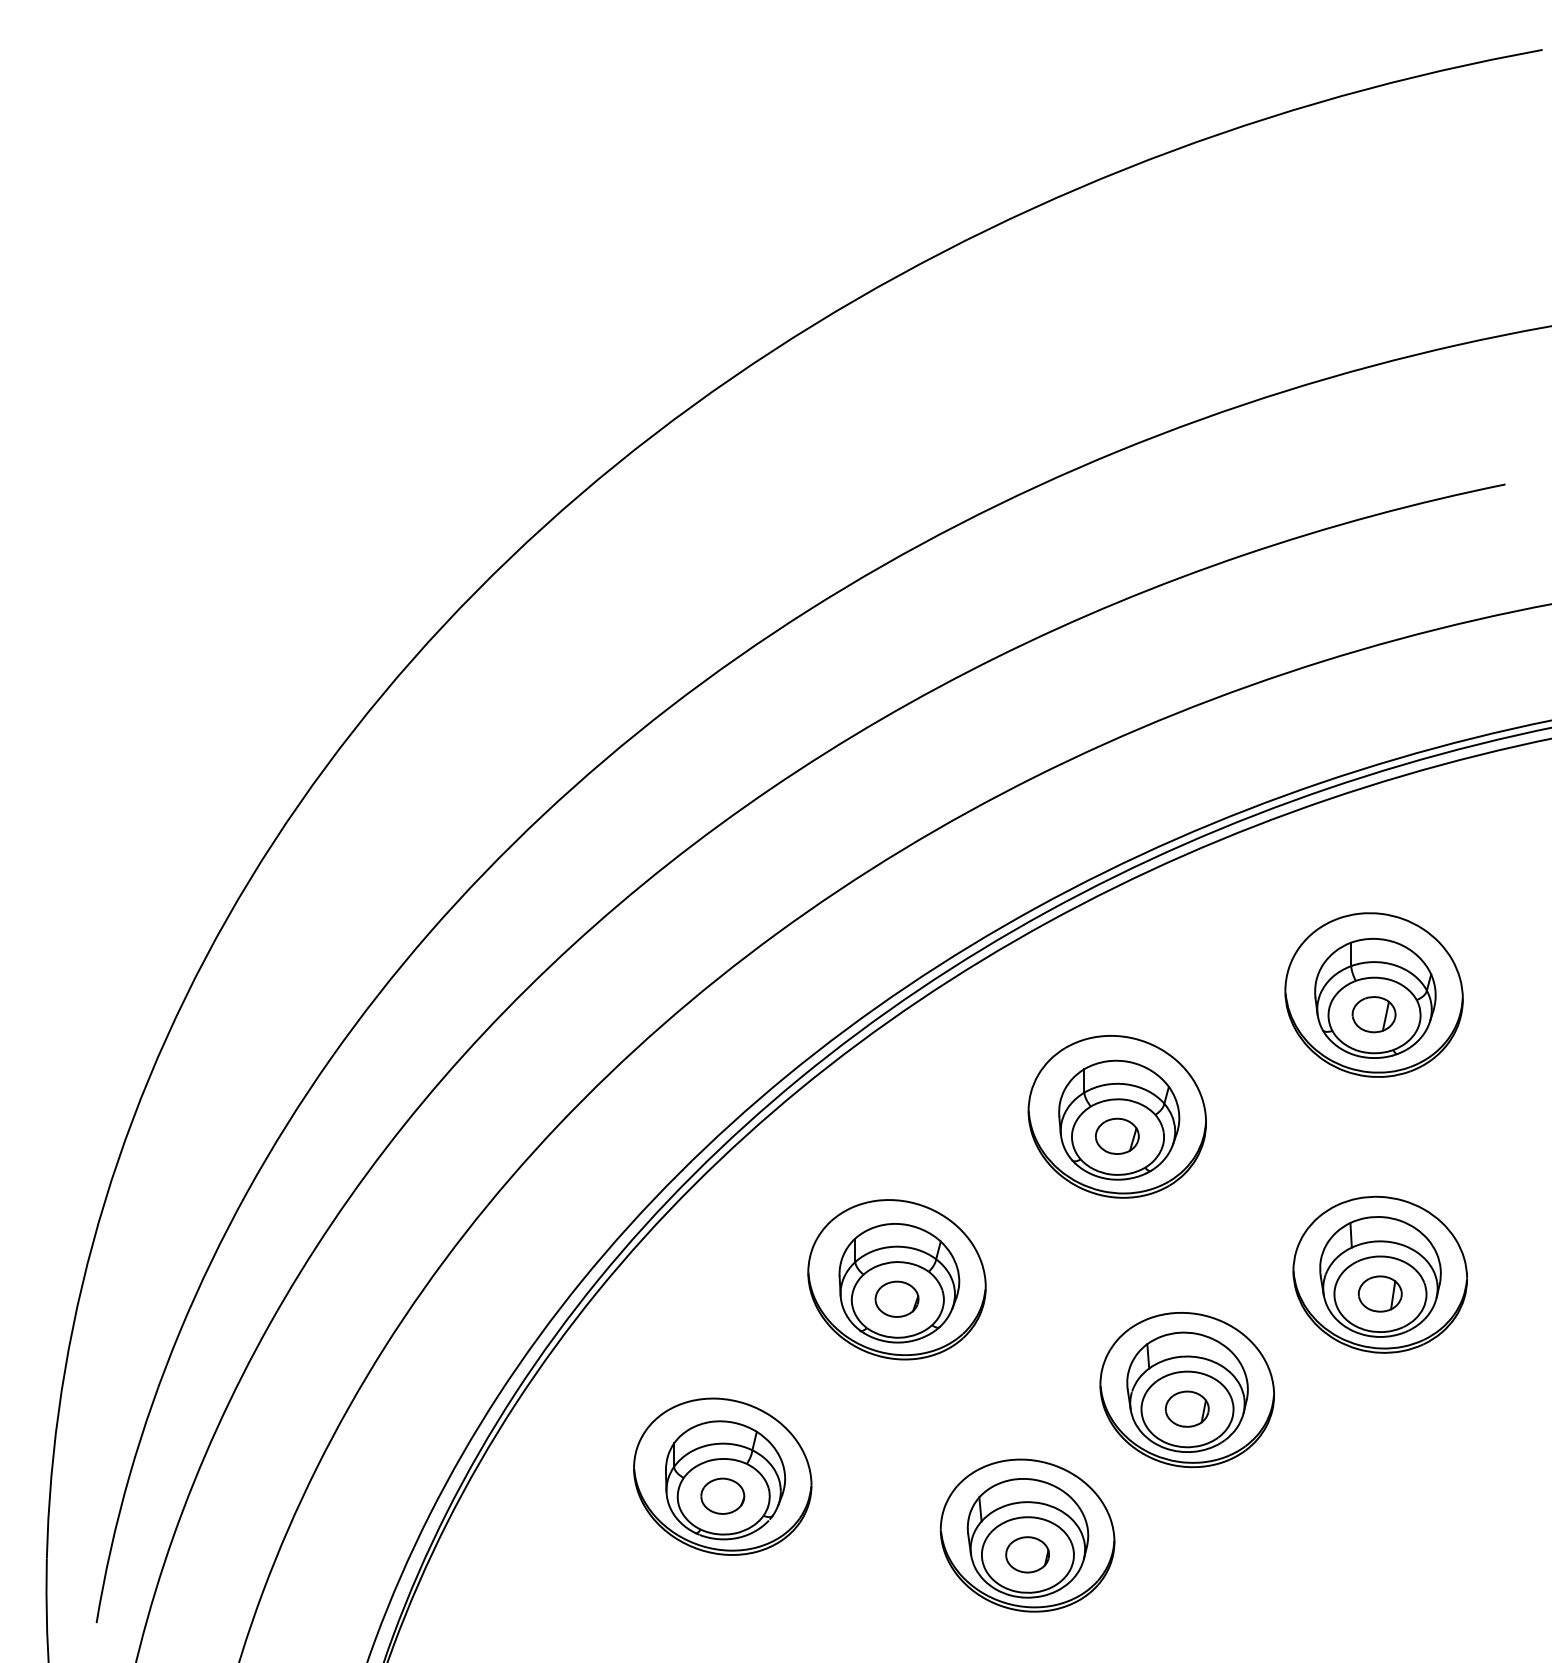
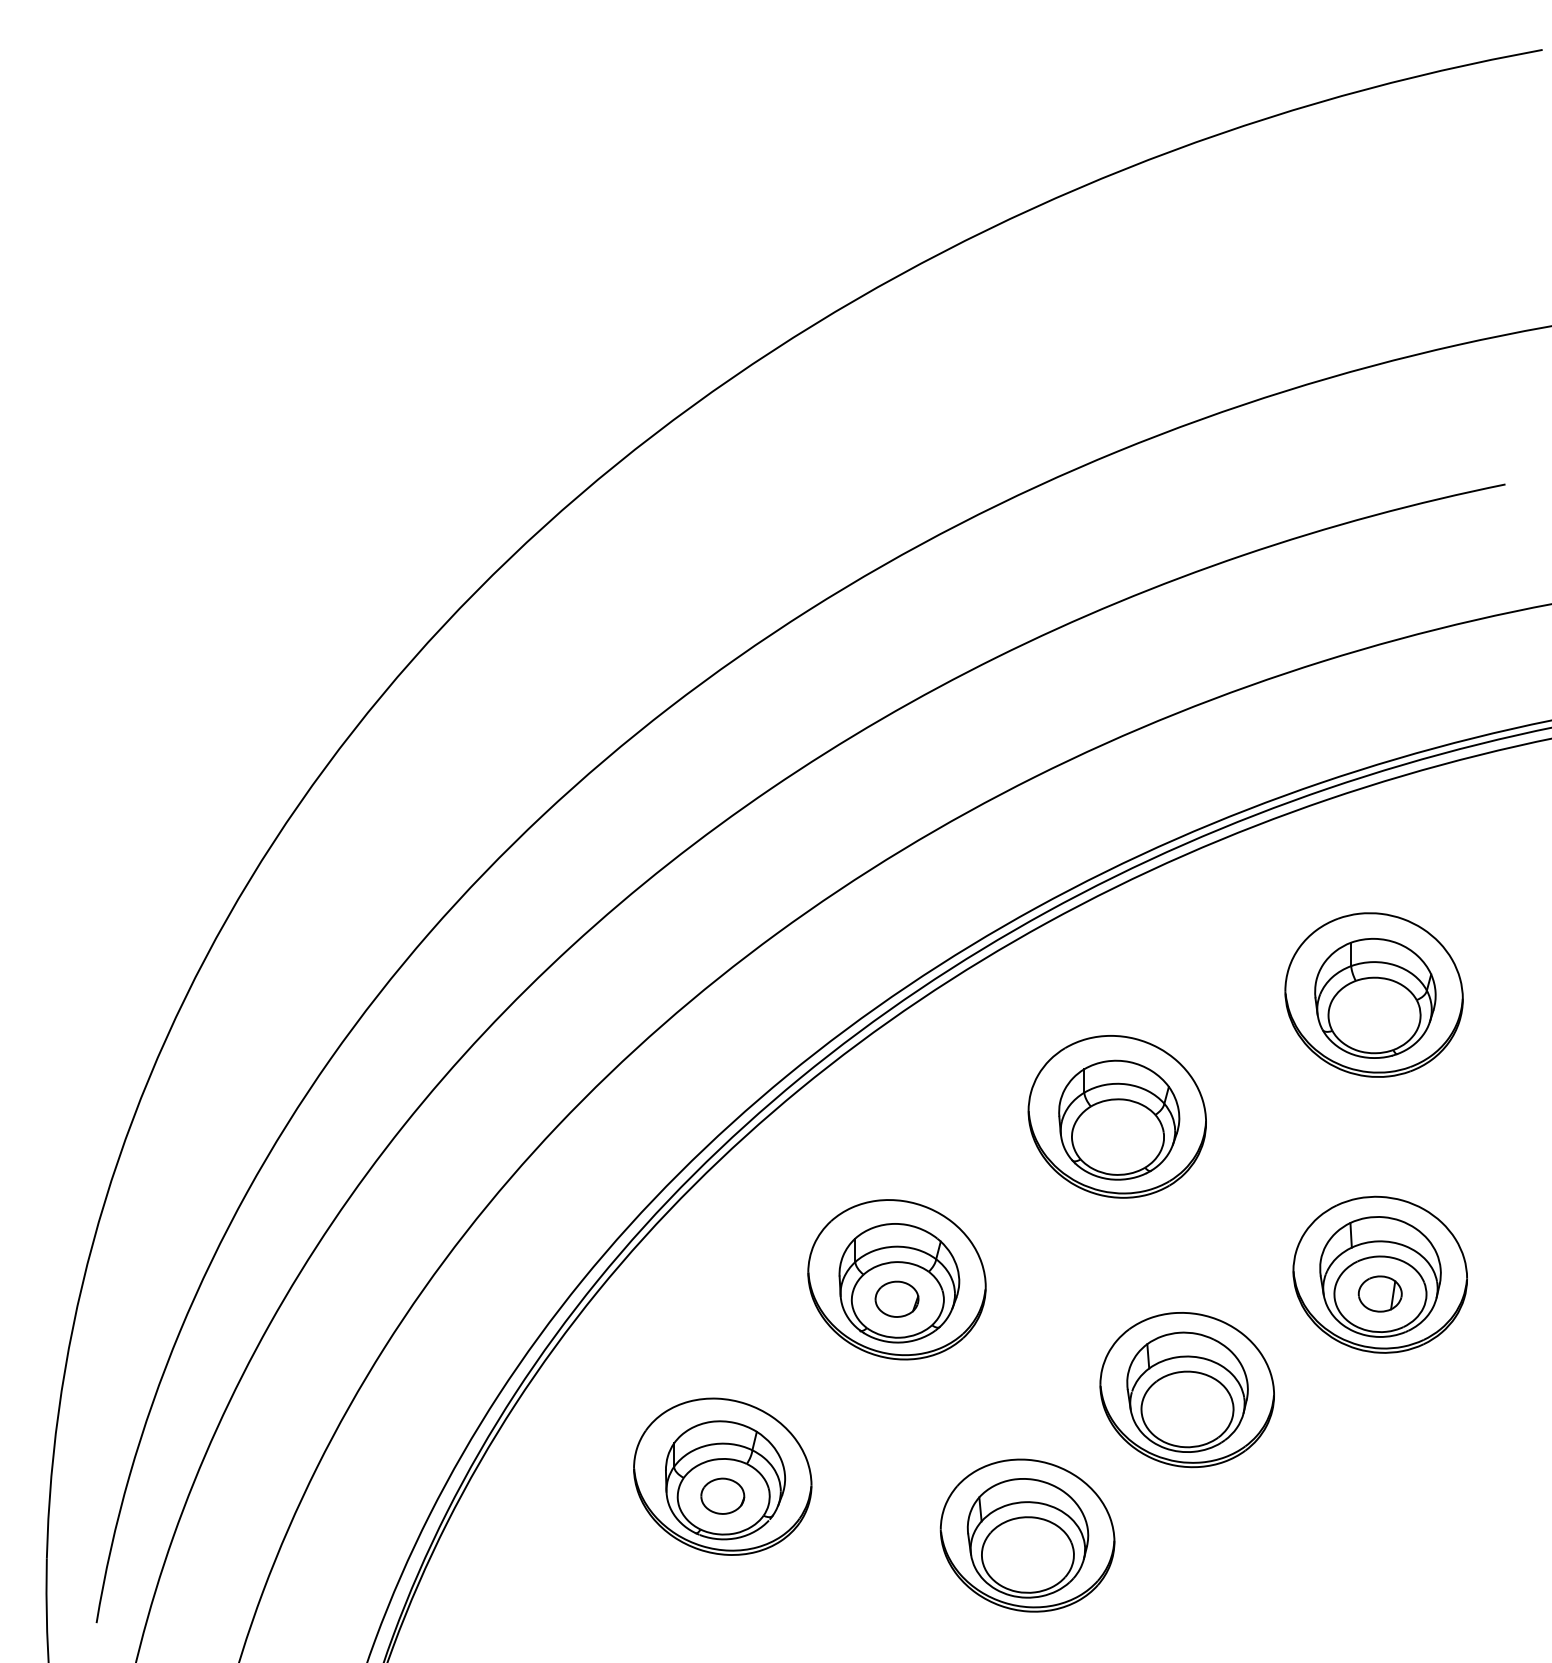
part at (1373, 1014): present -> none
part at (1117, 1135): present -> none
part at (1186, 1408): present -> none
part at (1027, 1554): present -> none
